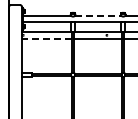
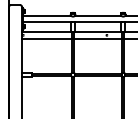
line at (98, 15): dashed -> solid
line at (47, 38): dashed -> solid
